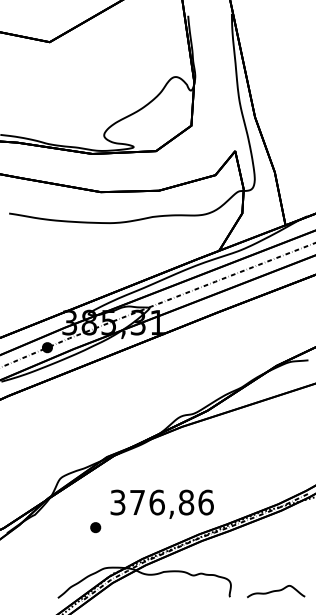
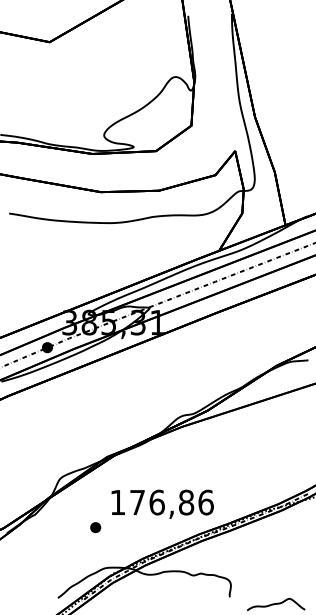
text at (117, 502): 376,86 -> 176,86
curve at (276, 591) position: (276, 591) -> (276, 604)
